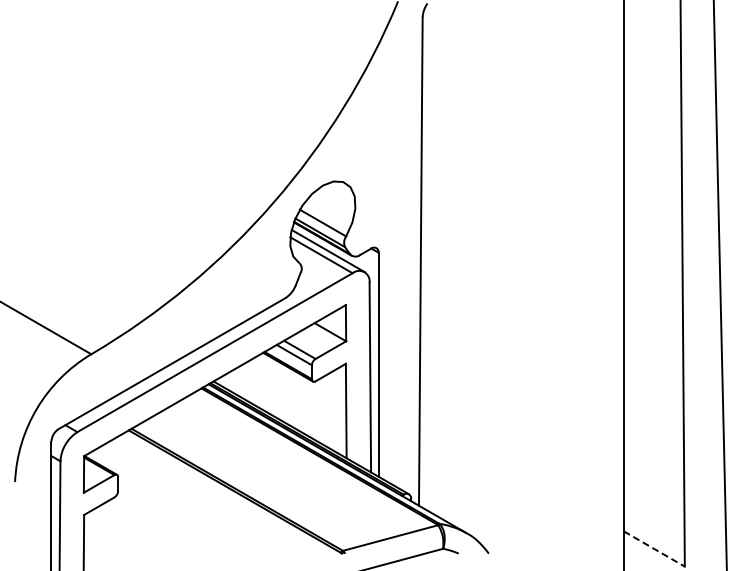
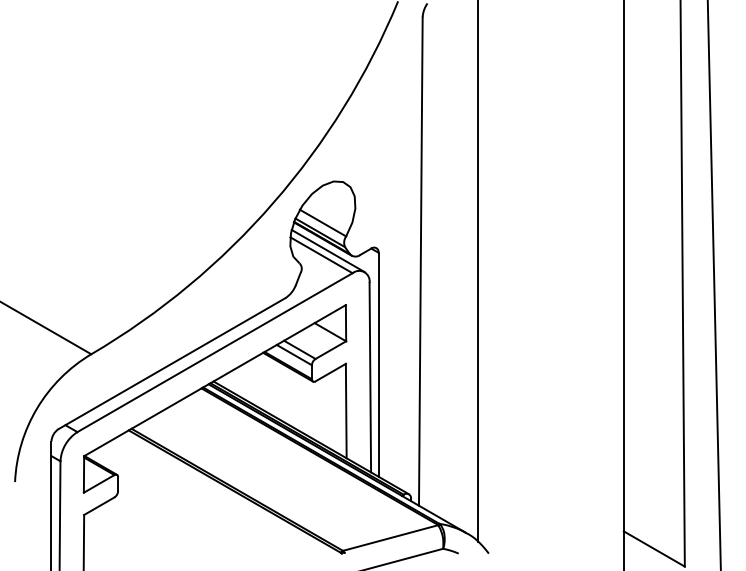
line at (478, 272): none -> present
line at (719, 284) position: (719, 284) -> (713, 284)
line at (654, 549): dashed -> solid
